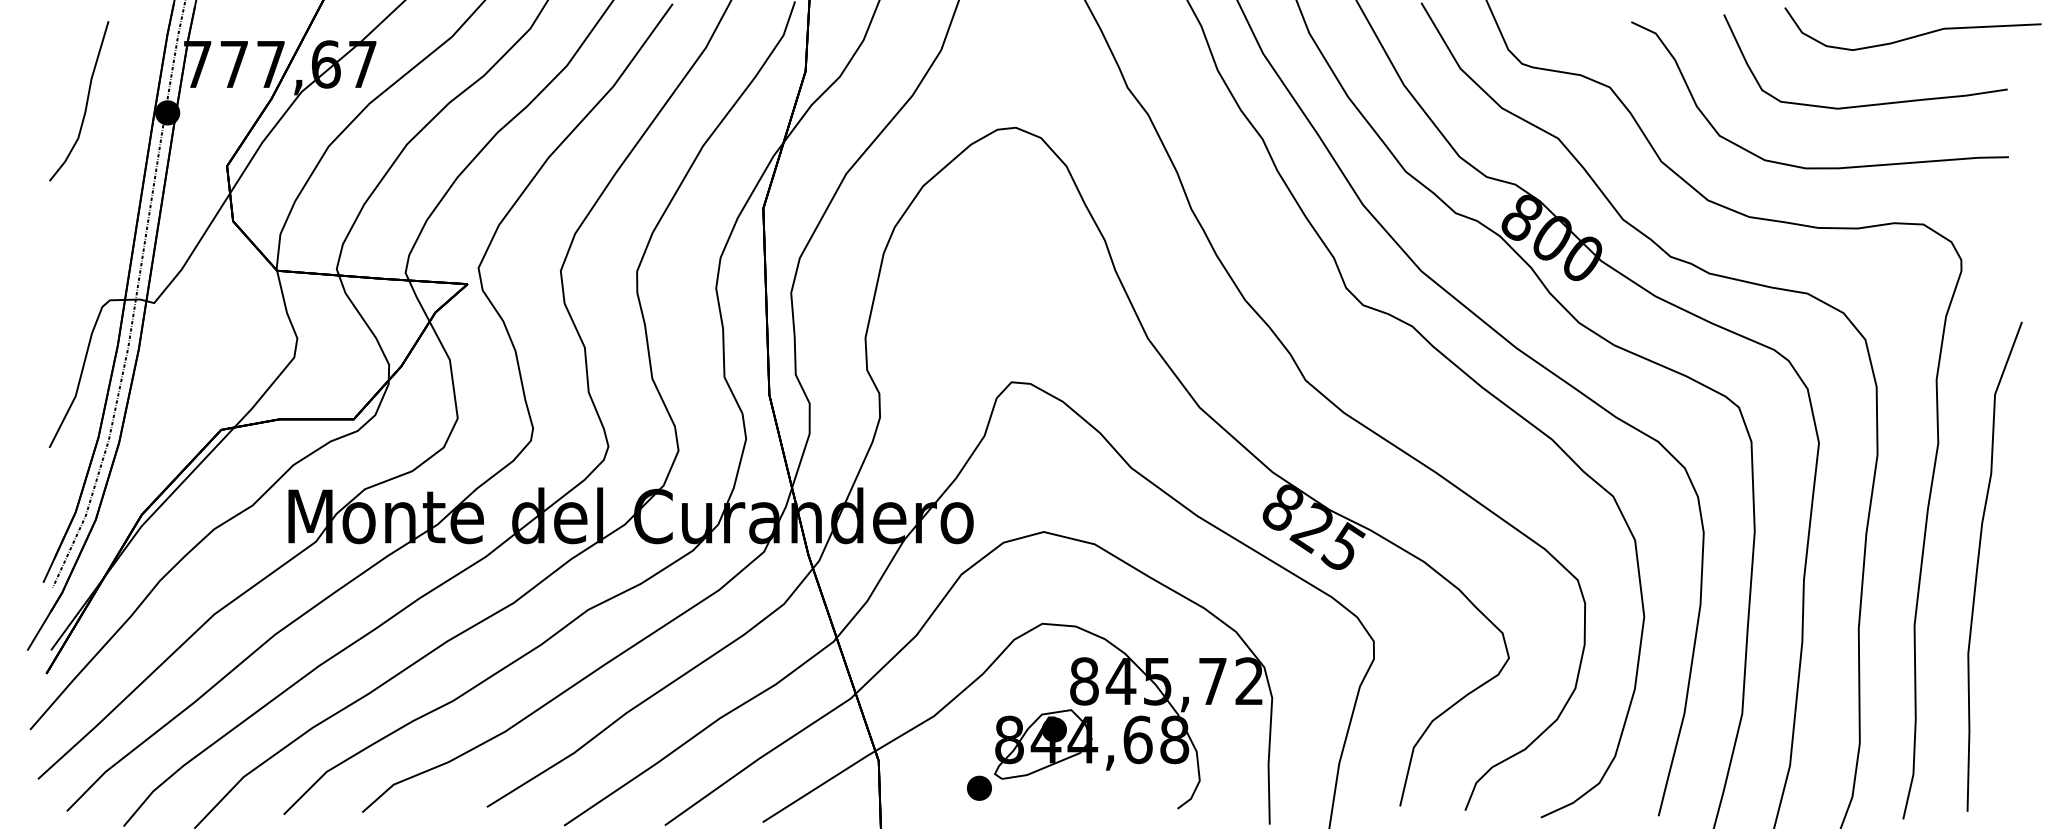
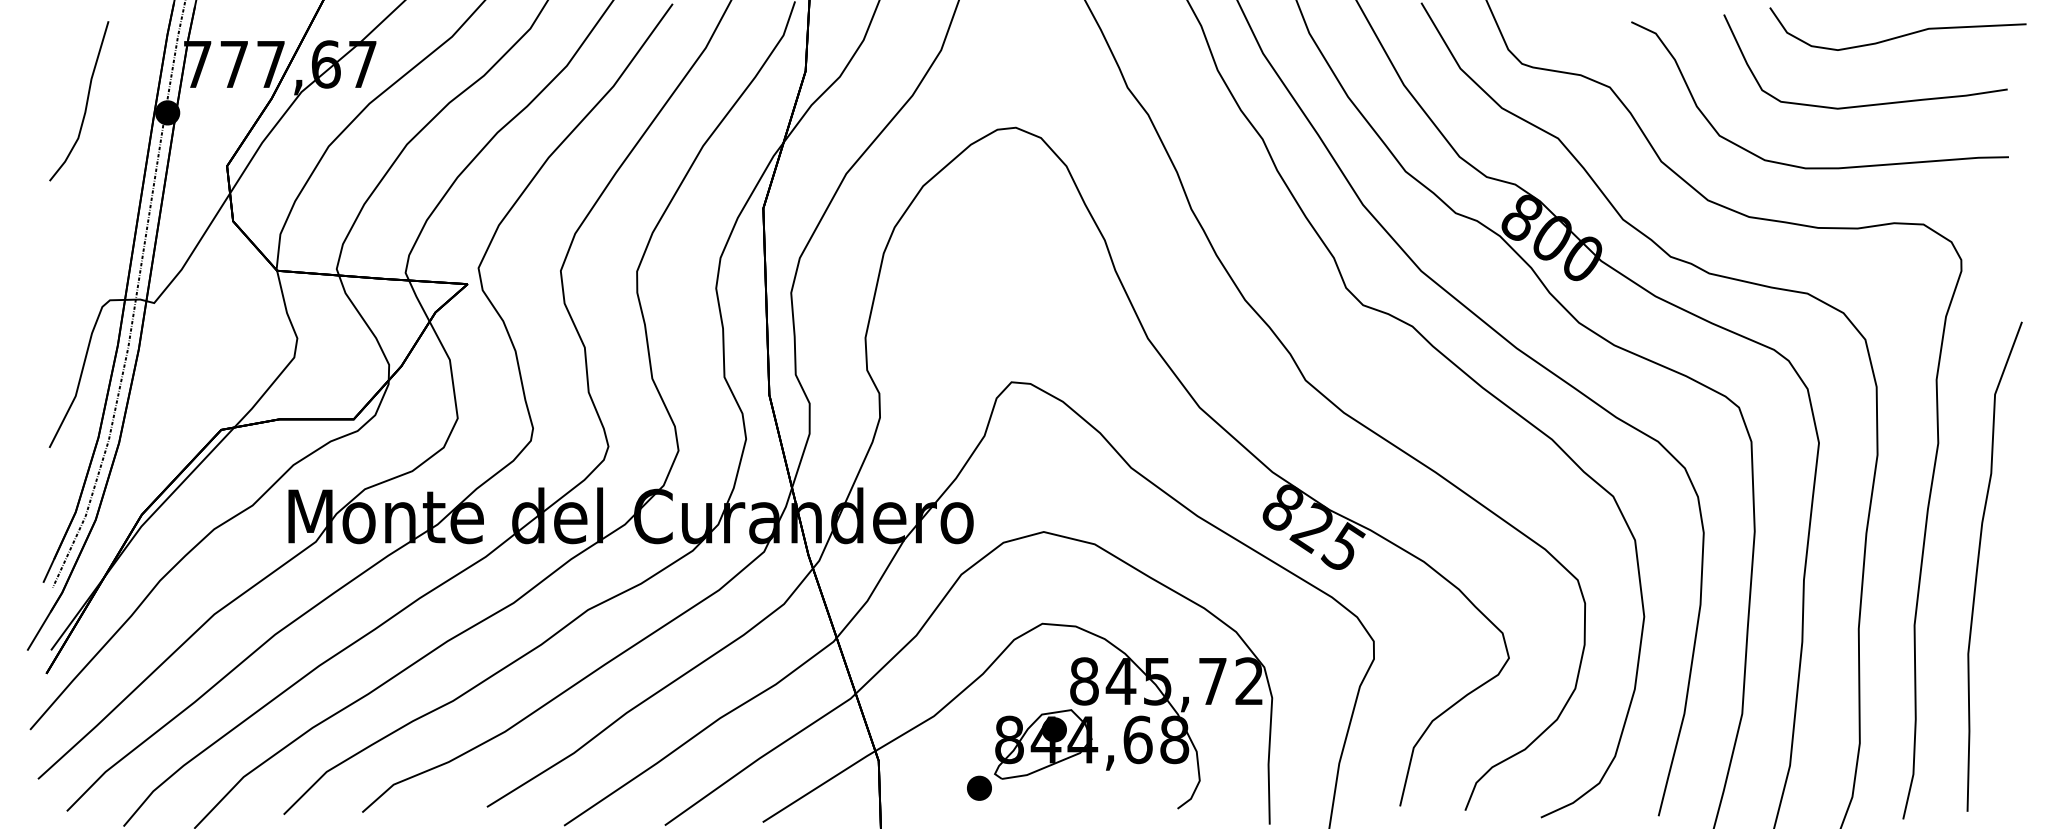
curve at (1915, 35) position: (1915, 35) -> (1900, 35)
